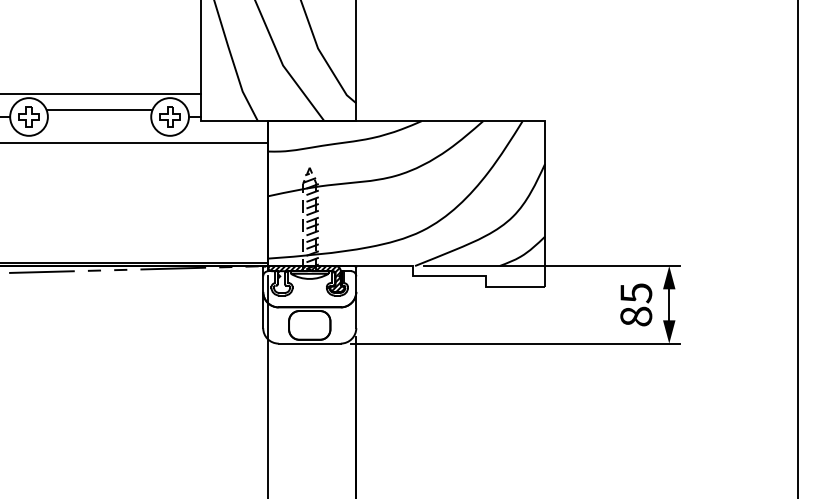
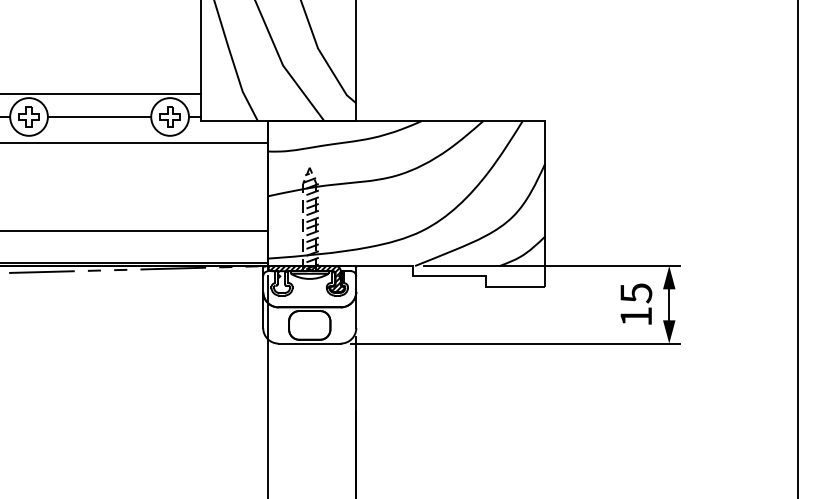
line at (99, 109) position: (99, 109) -> (99, 116)
line at (135, 230): none -> present
text at (636, 316): 85 -> 15
